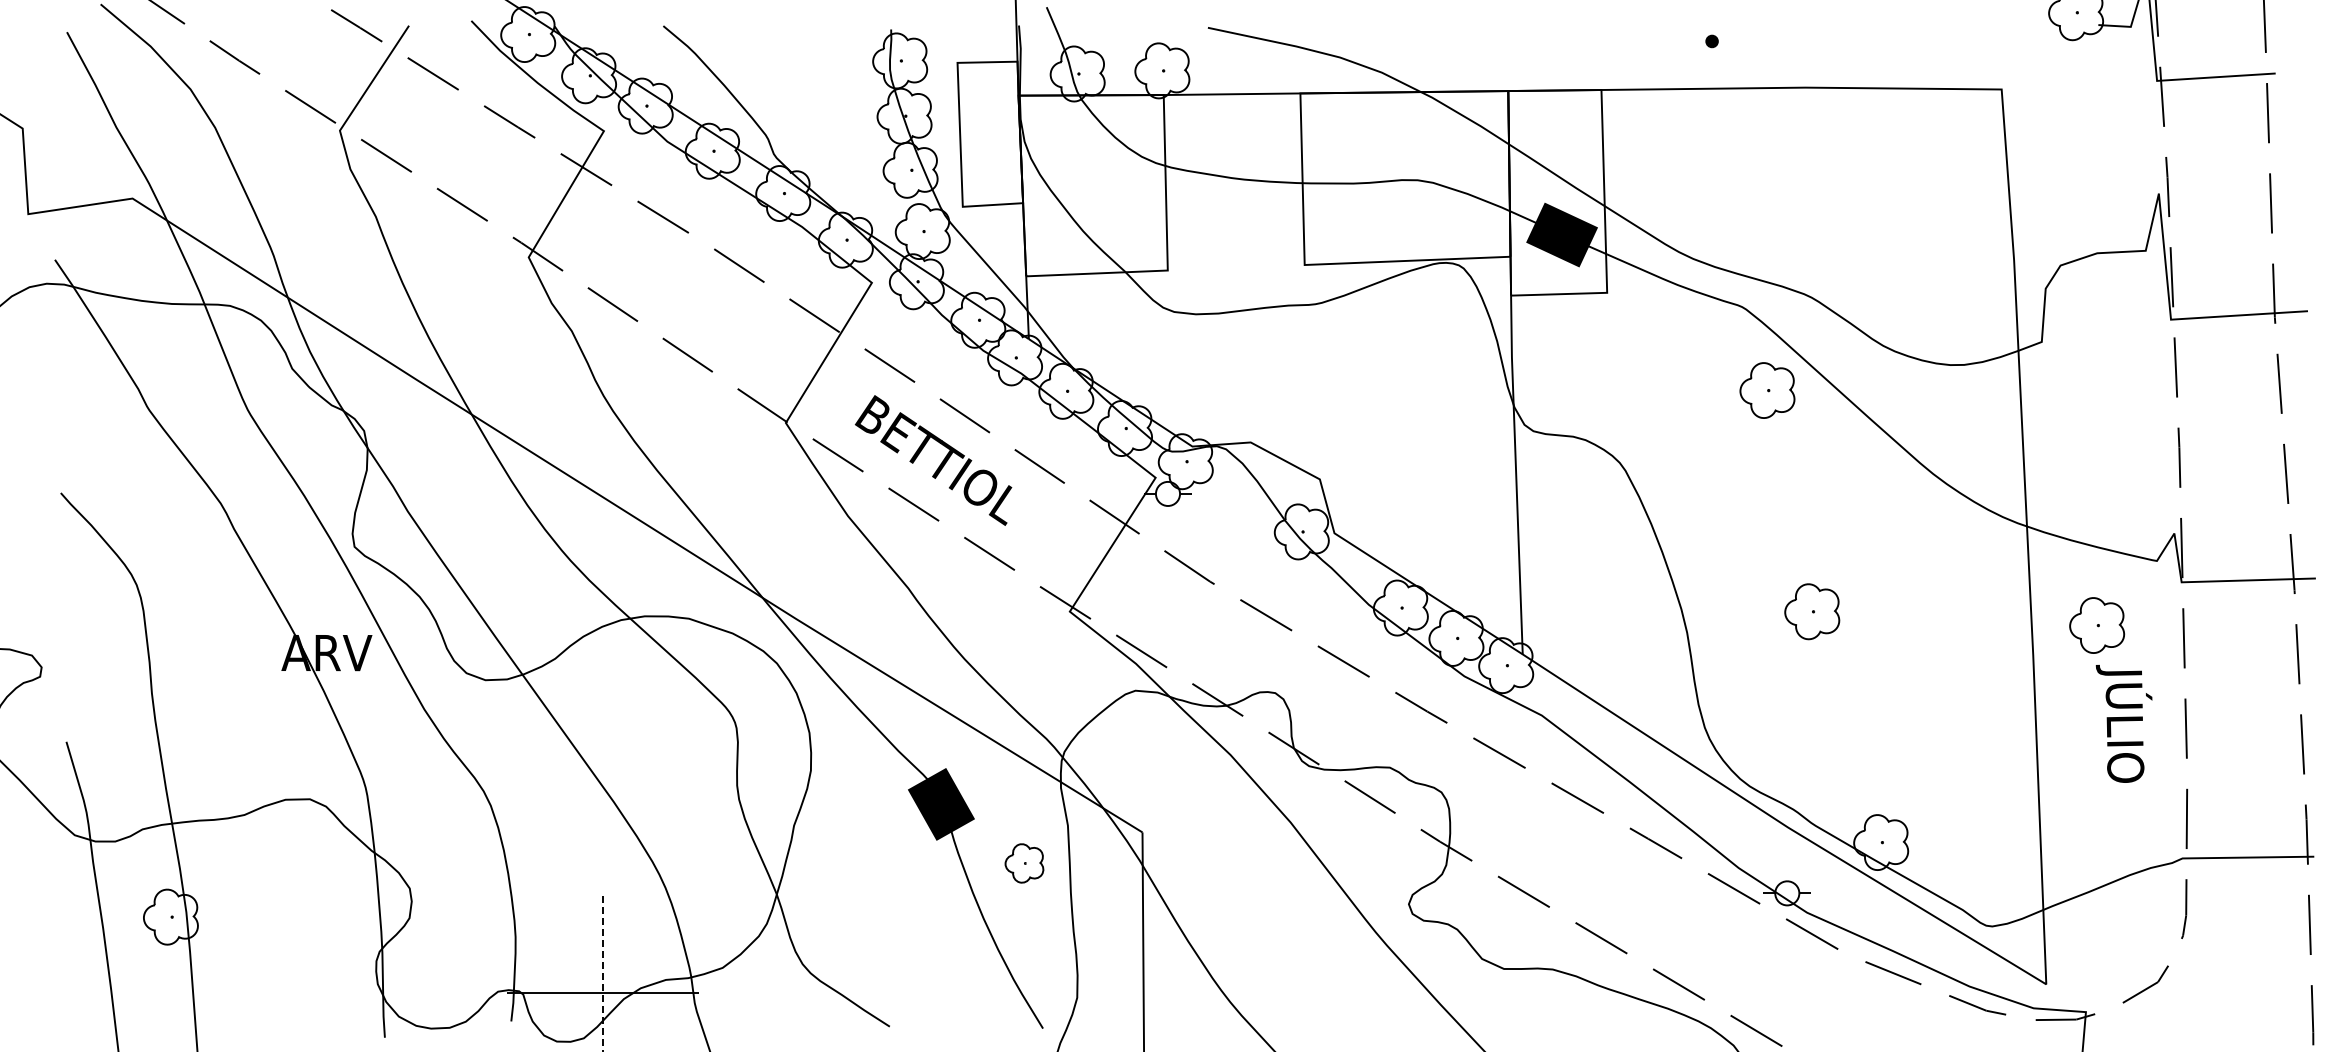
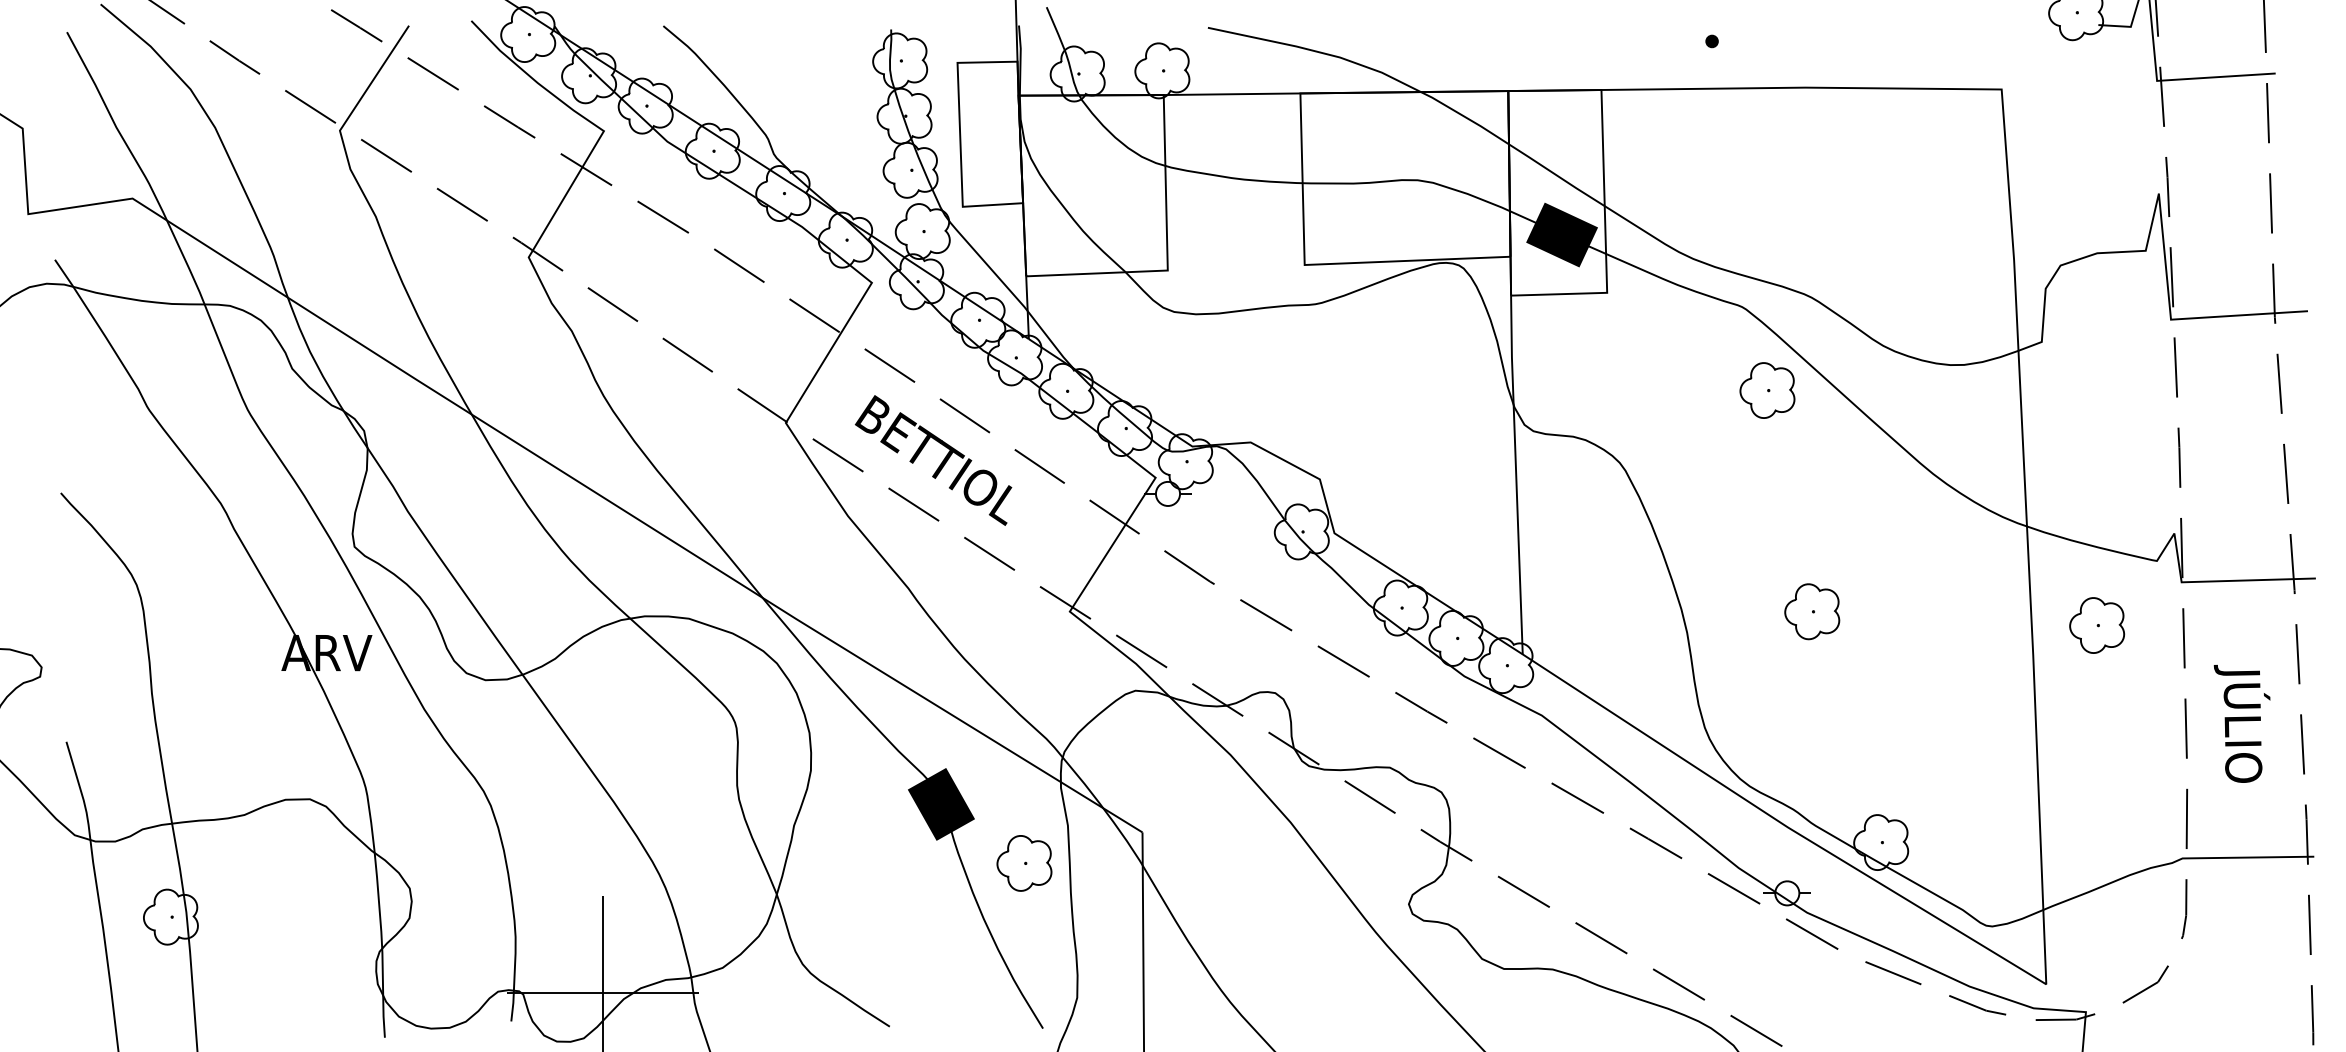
text at (2123, 723) position: (2123, 723) -> (2241, 723)
part at (1024, 863) size: 41x41 px -> 57x57 px
line at (602, 974): dashed -> solid
